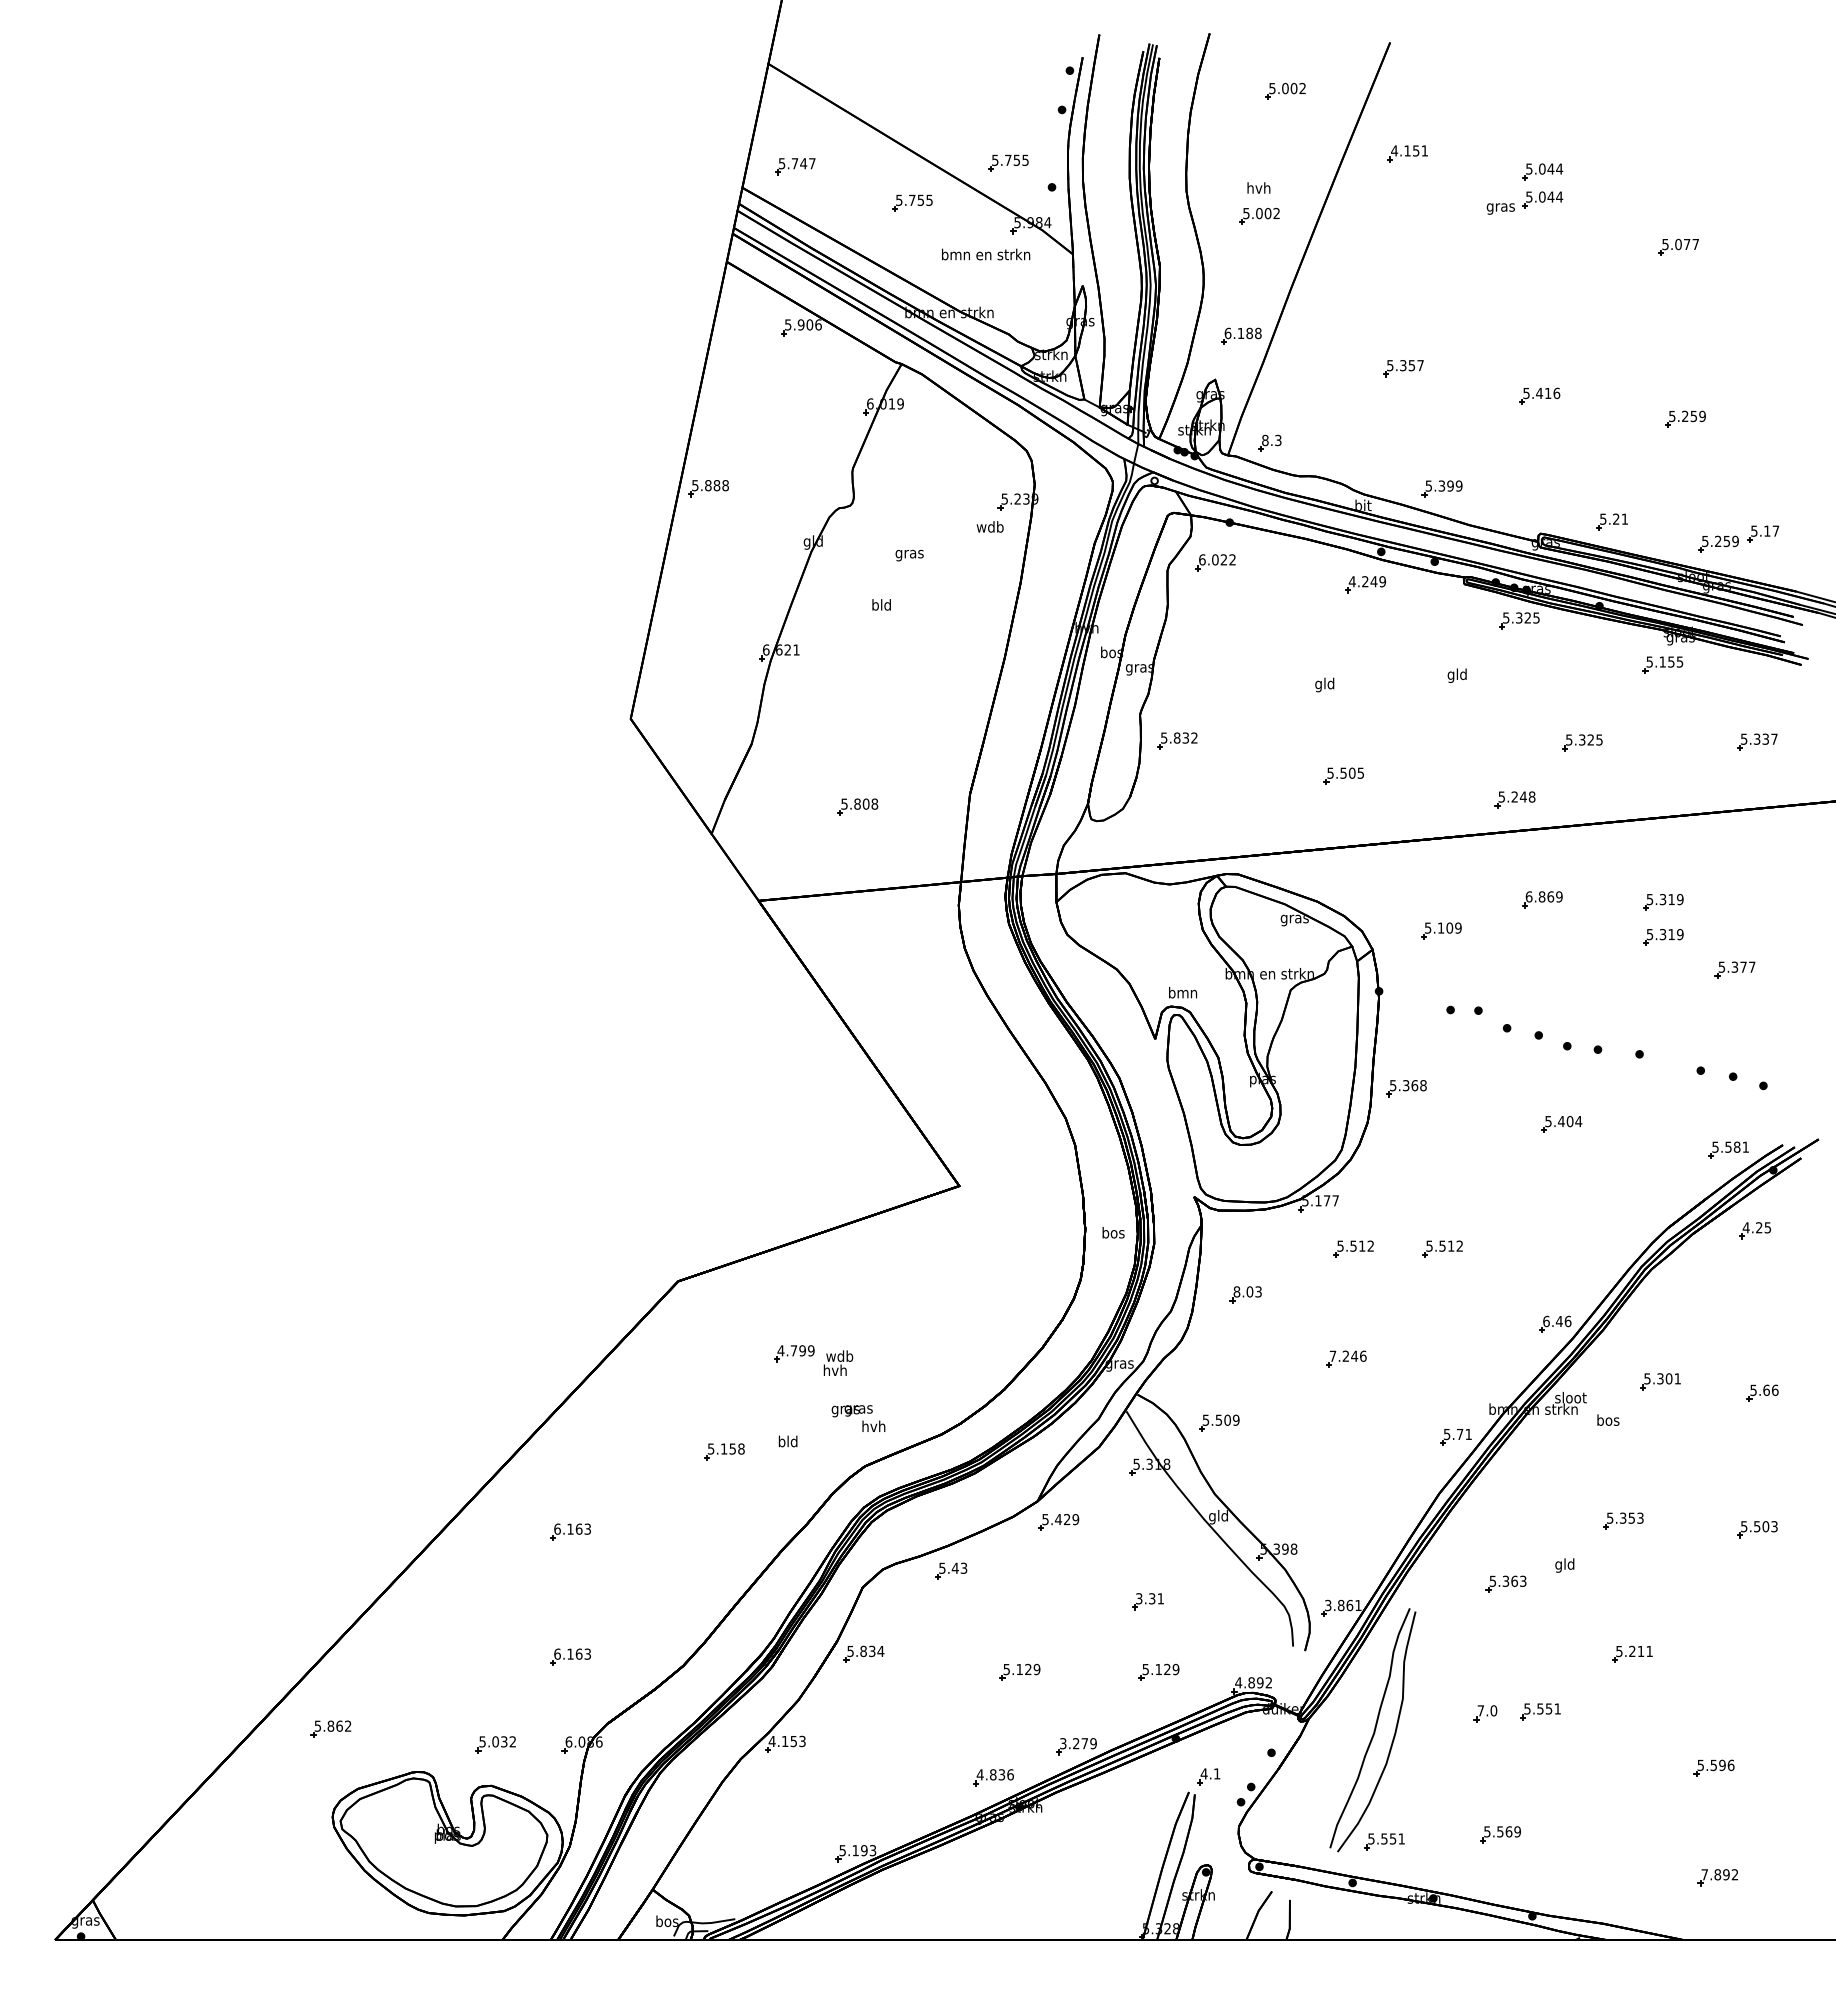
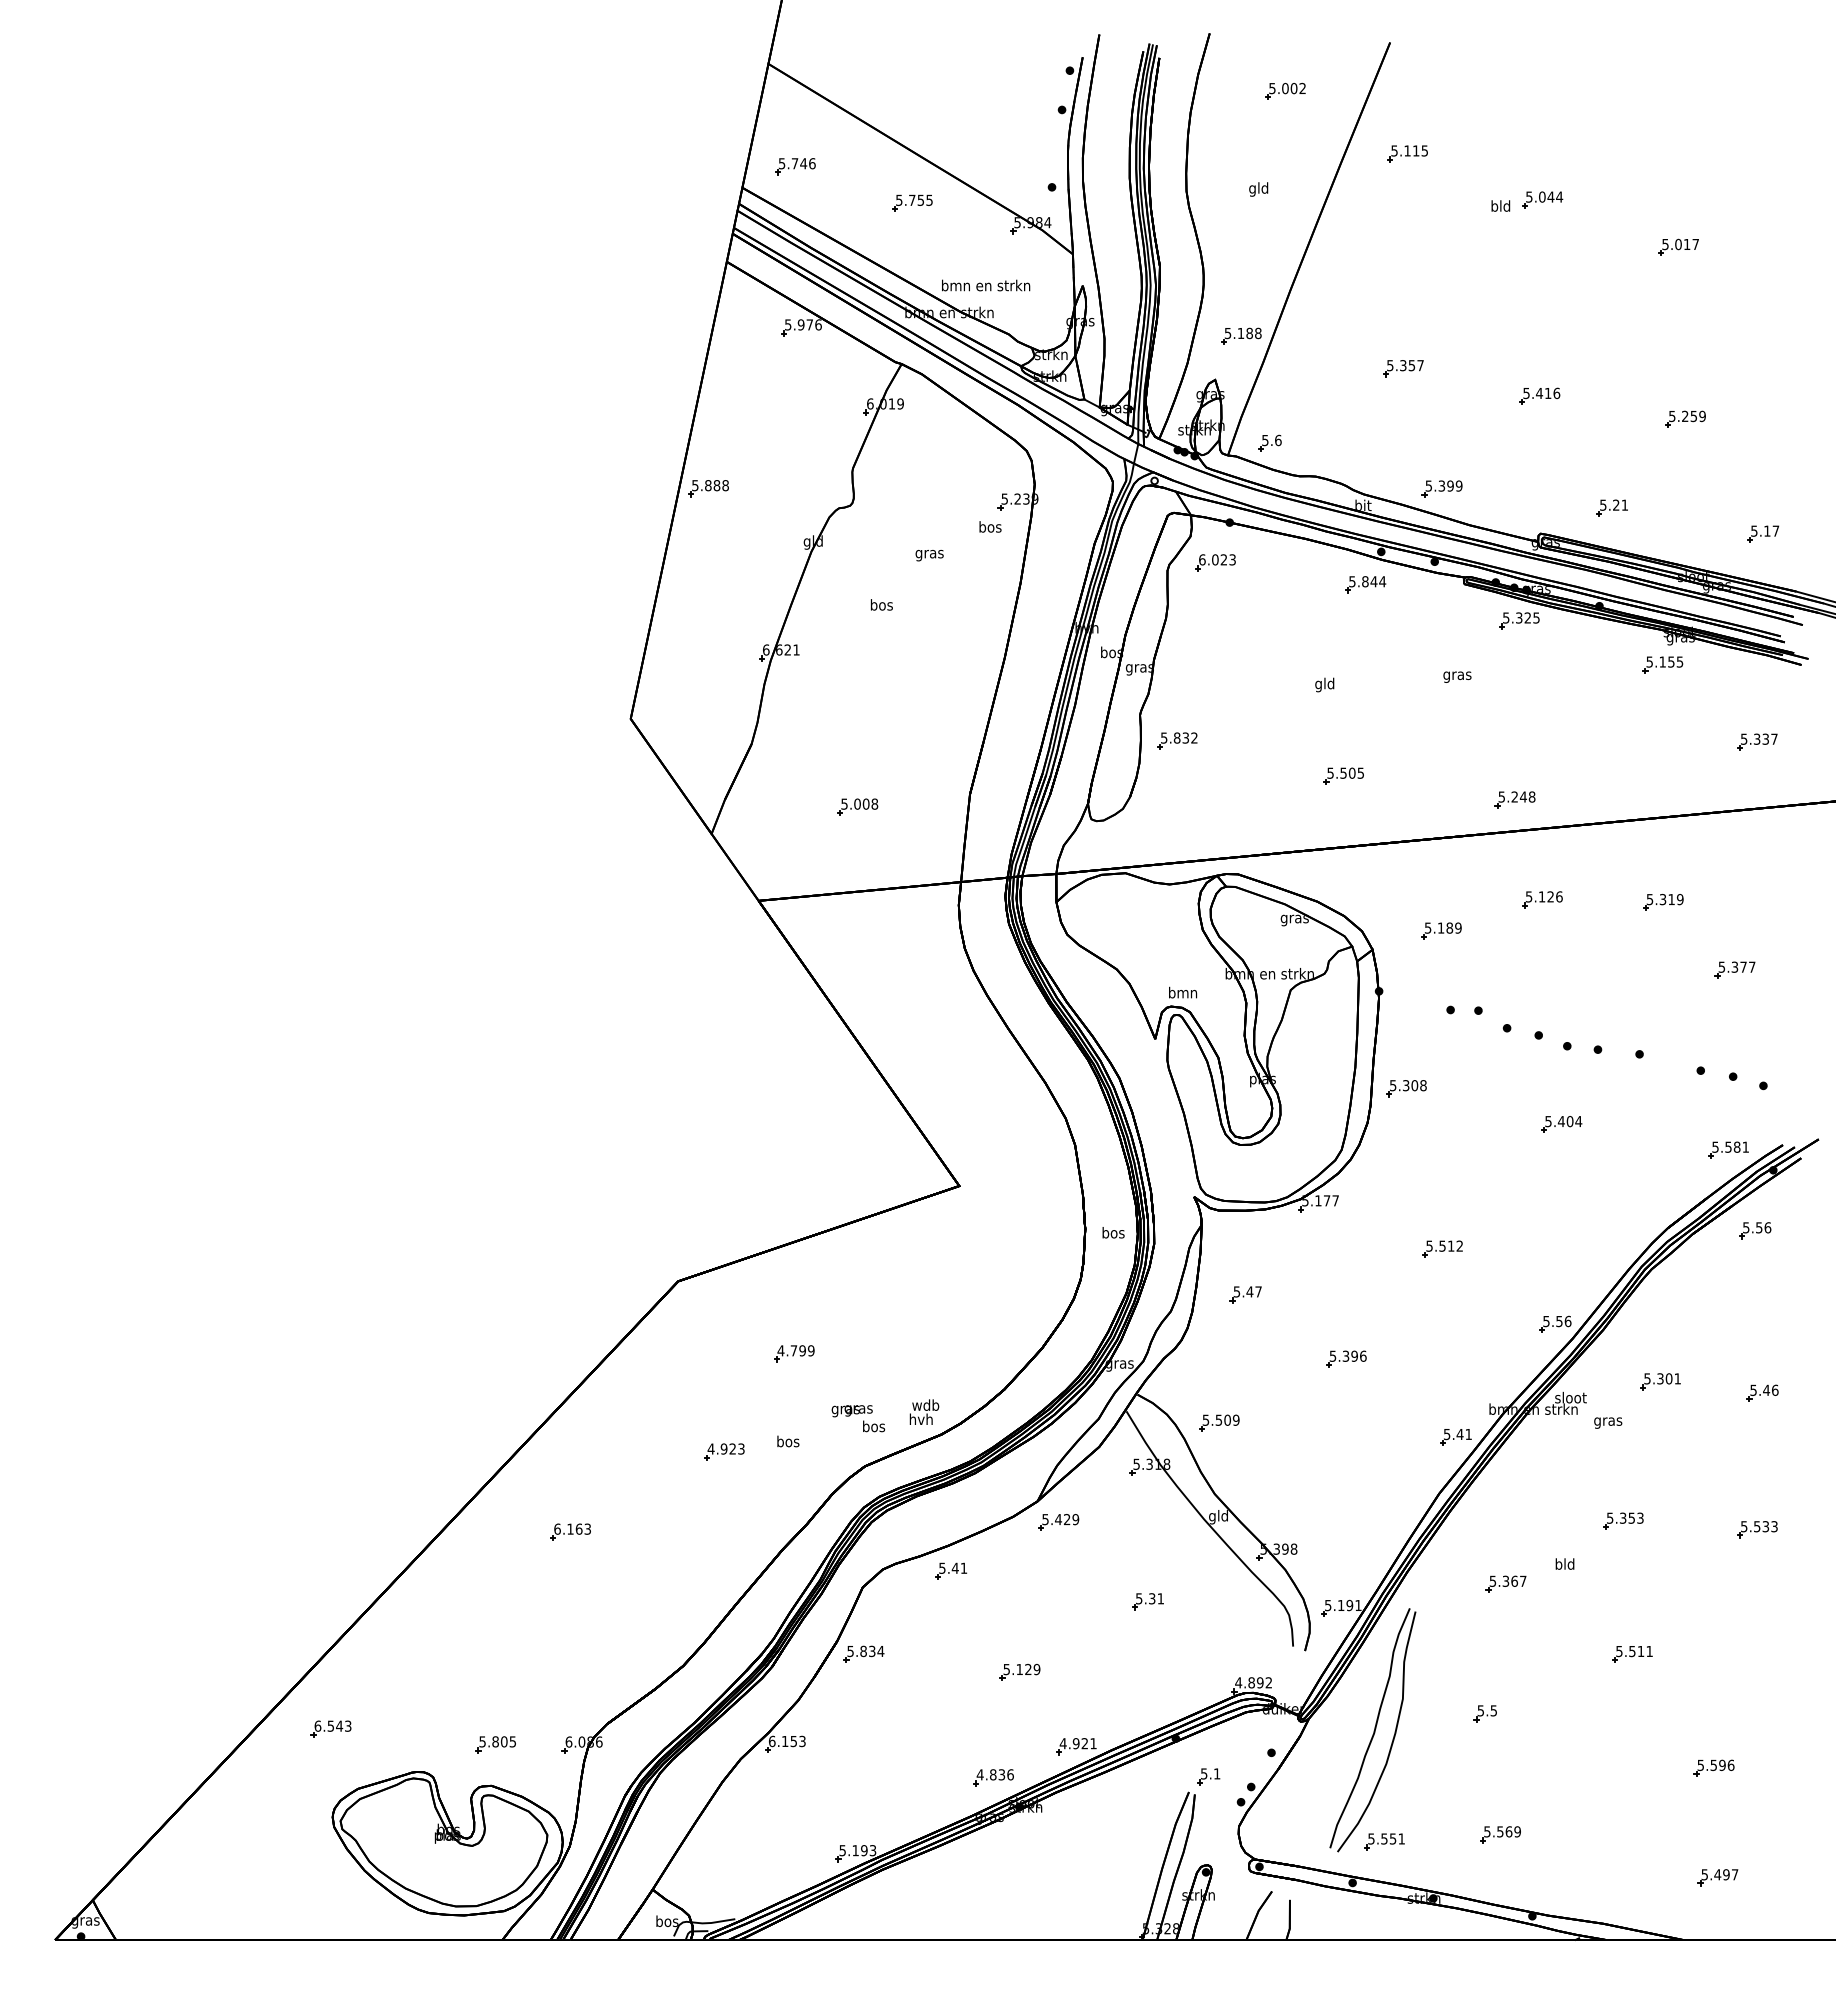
text at (1409, 150): 4.151 -> 5.115
part at (1008, 162): present -> none
text at (812, 163): 5.747 -> 5.746
part at (1542, 171): present -> none
text at (1258, 189): hvh -> gld
text at (1500, 207): gras -> bld
part at (1259, 215): present -> none
text at (1687, 244): 5.077 -> 5.017
text at (986, 254) position: (986, 254) -> (986, 285)
text at (809, 324): 5.906 -> 5.976
text at (1227, 333): 6.188 -> 5.188
text at (1271, 440): 8.3 -> 5.6
part at (1611, 521) position: (1611, 521) -> (1611, 507)
text at (989, 526): wdb -> bos
part at (1718, 543): present -> none
text at (909, 555) position: (909, 555) -> (929, 555)
text at (1232, 560): 6.022 -> 6.023
text at (1367, 581): 4.249 -> 5.844
text at (881, 604): bld -> bos
text at (1457, 675): gld -> gras
part at (1582, 742): present -> none
text at (857, 803): 5.808 -> 5.008
text at (1543, 896): 6.869 -> 5.126
text at (1449, 927): 5.109 -> 5.189
part at (1663, 937): present -> none
text at (1414, 1085): 5.368 -> 5.308
text at (1756, 1227): 4.25 -> 5.56
part at (1353, 1248): present -> none
text at (1247, 1291): 8.03 -> 5.47
text at (1552, 1321): 6.46 -> 5.56
text at (1343, 1355): 7.246 -> 5.396
text at (838, 1362) position: (838, 1362) -> (924, 1411)
text at (1766, 1389): 5.66 -> 5.46
text at (1608, 1421): bos -> gras
text at (873, 1426): hvh -> bos
text at (1459, 1434): 5.71 -> 5.41
text at (788, 1441): bld -> bos
text at (725, 1448): 5.158 -> 4.923
text at (1765, 1526): 5.503 -> 5.533
text at (1558, 1565): gld -> bld
text at (963, 1567): 5.43 -> 5.41
text at (1523, 1580): 5.363 -> 5.367
text at (1139, 1598): 3.31 -> 5.31
text at (1339, 1605): 3.861 -> 5.191
text at (1632, 1651): 5.211 -> 5.511
part at (570, 1656): present -> none
part at (1158, 1672): present -> none
text at (1487, 1710): 7.0 -> 5.5
part at (1540, 1711): present -> none
text at (332, 1725): 5.862 -> 6.543
text at (503, 1741): 5.032 -> 5.805
text at (771, 1741): 4.153 -> 6.153
text at (1077, 1743): 3.279 -> 4.921
text at (1203, 1773): 4.1 -> 5.1
text at (1719, 1874): 7.892 -> 5.497
